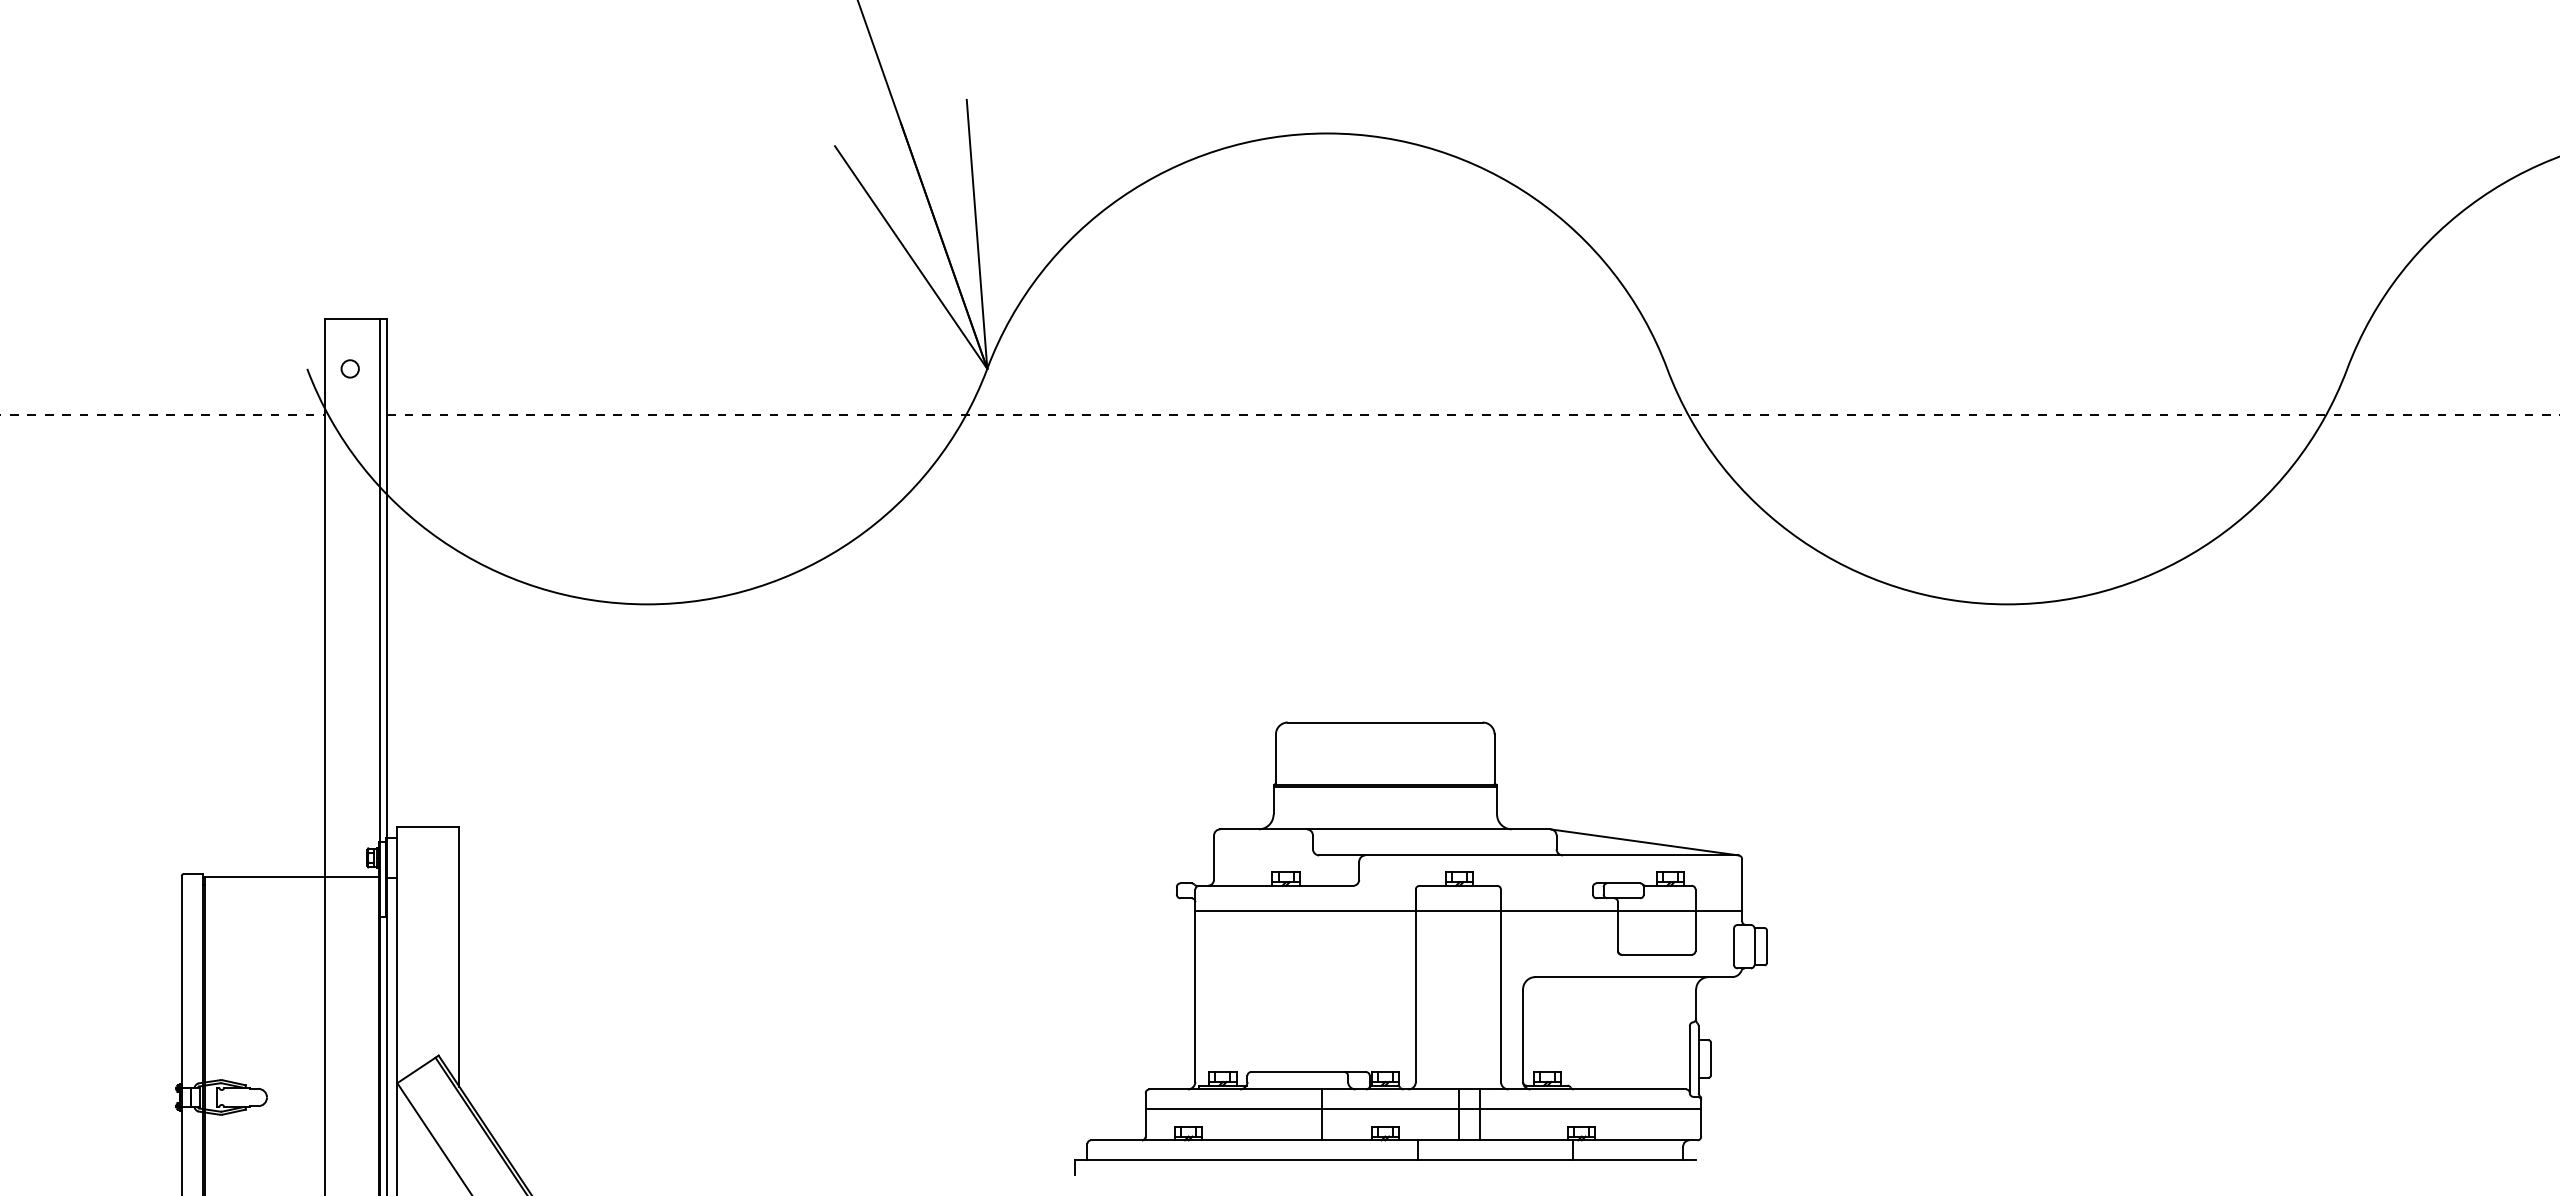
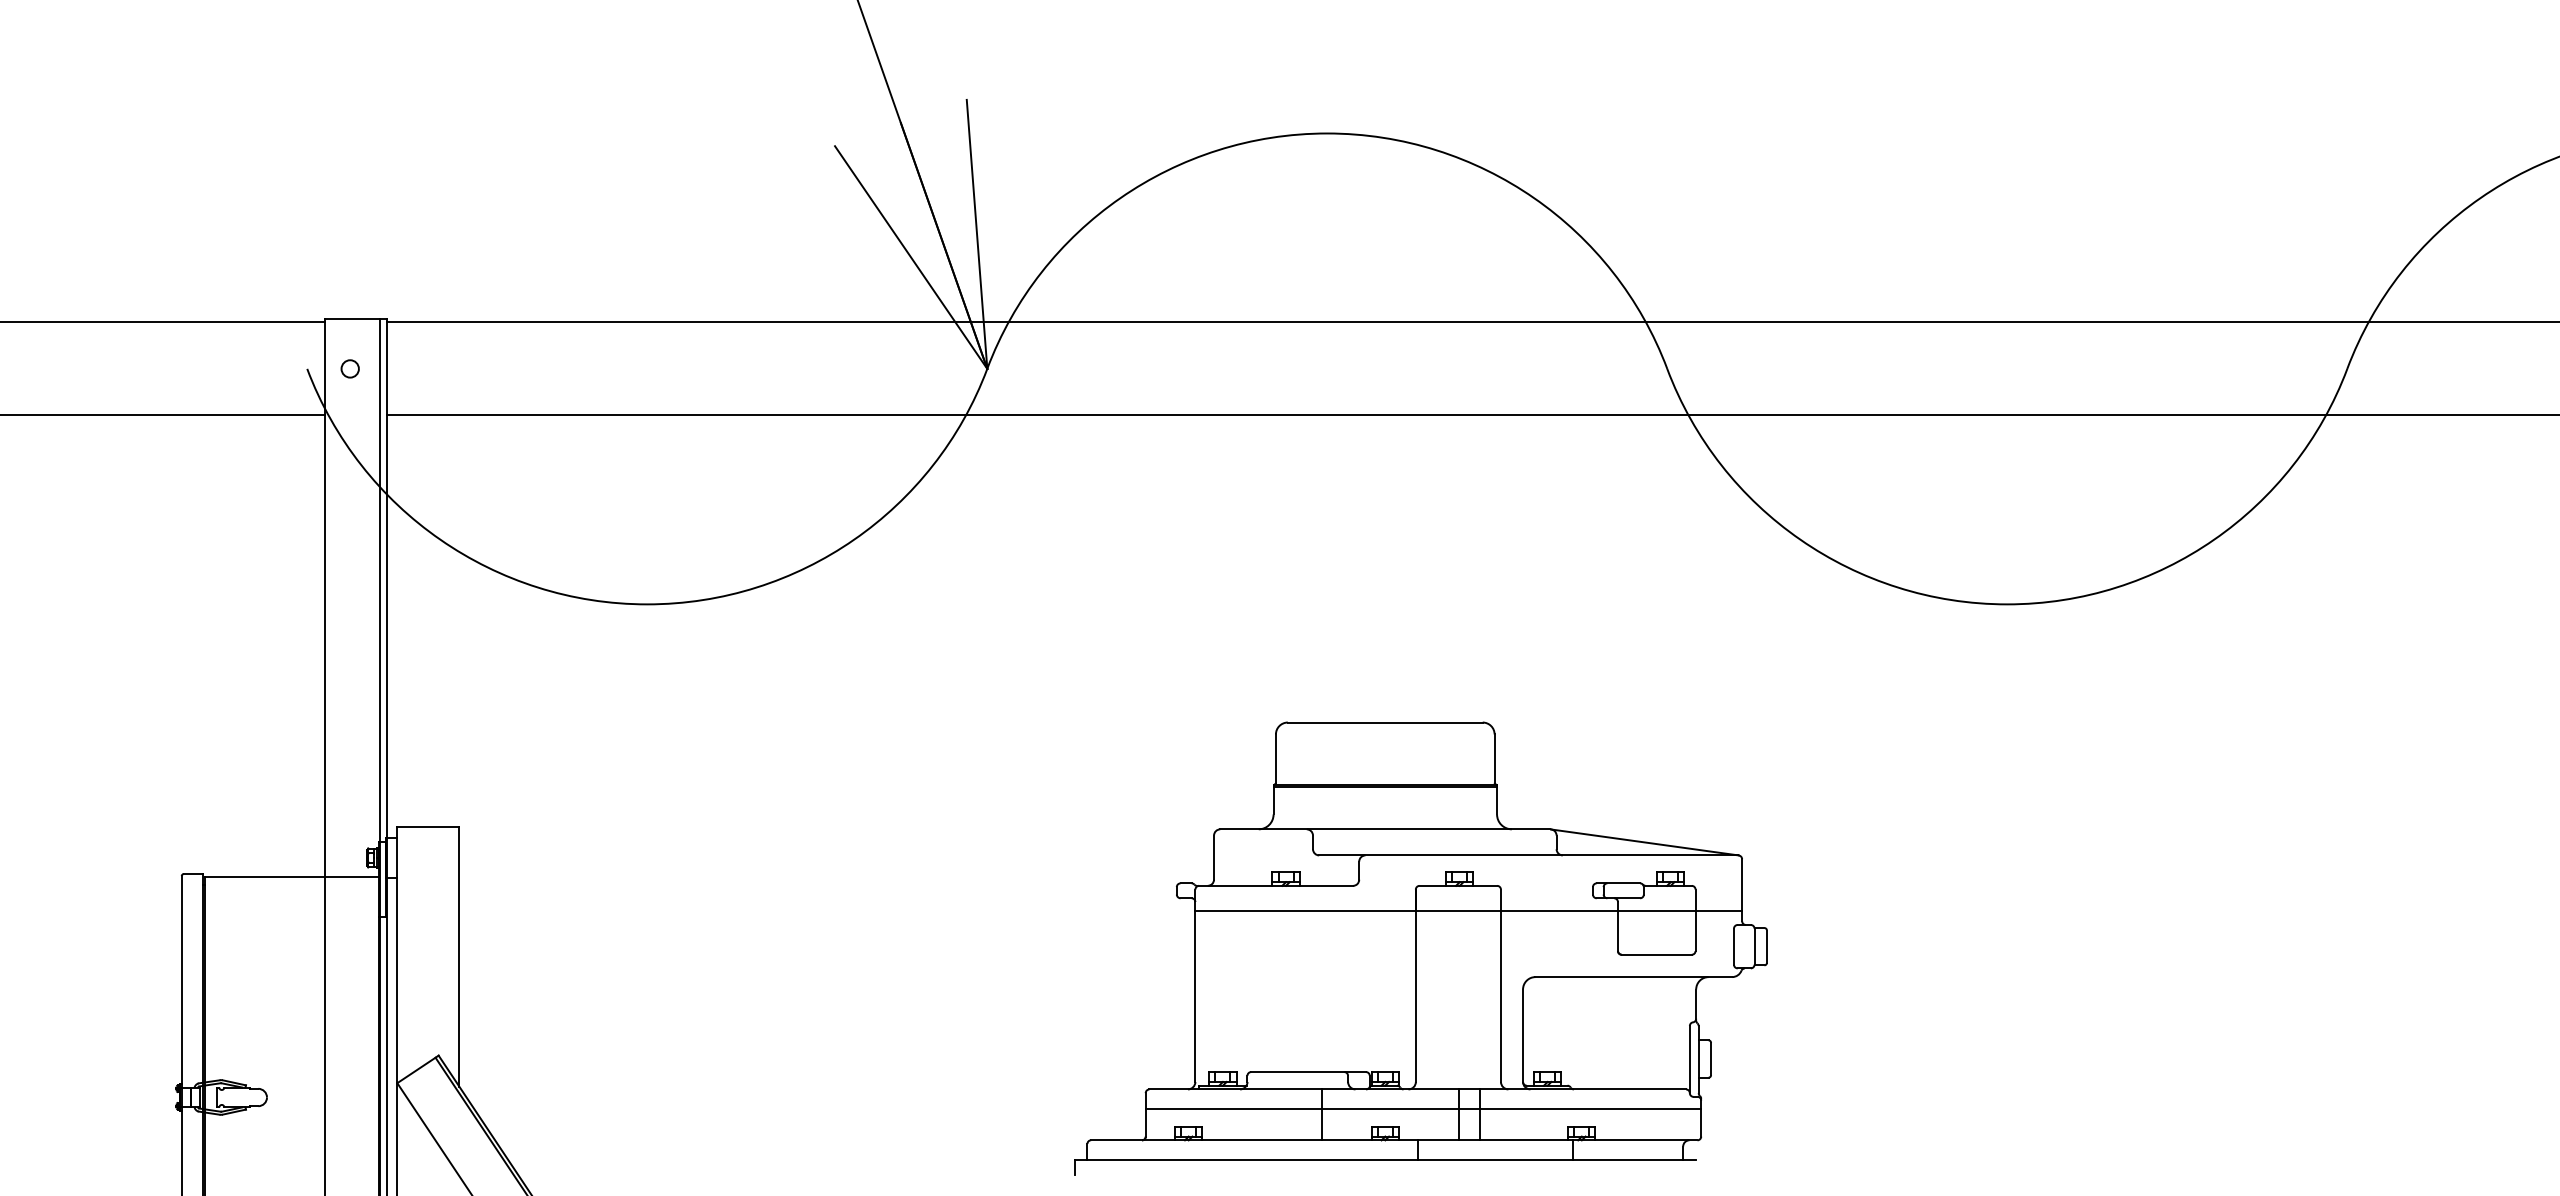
line at (163, 322): none -> present
line at (1471, 322): none -> present
line at (163, 415): dashed -> solid
line at (1473, 415): dashed -> solid
